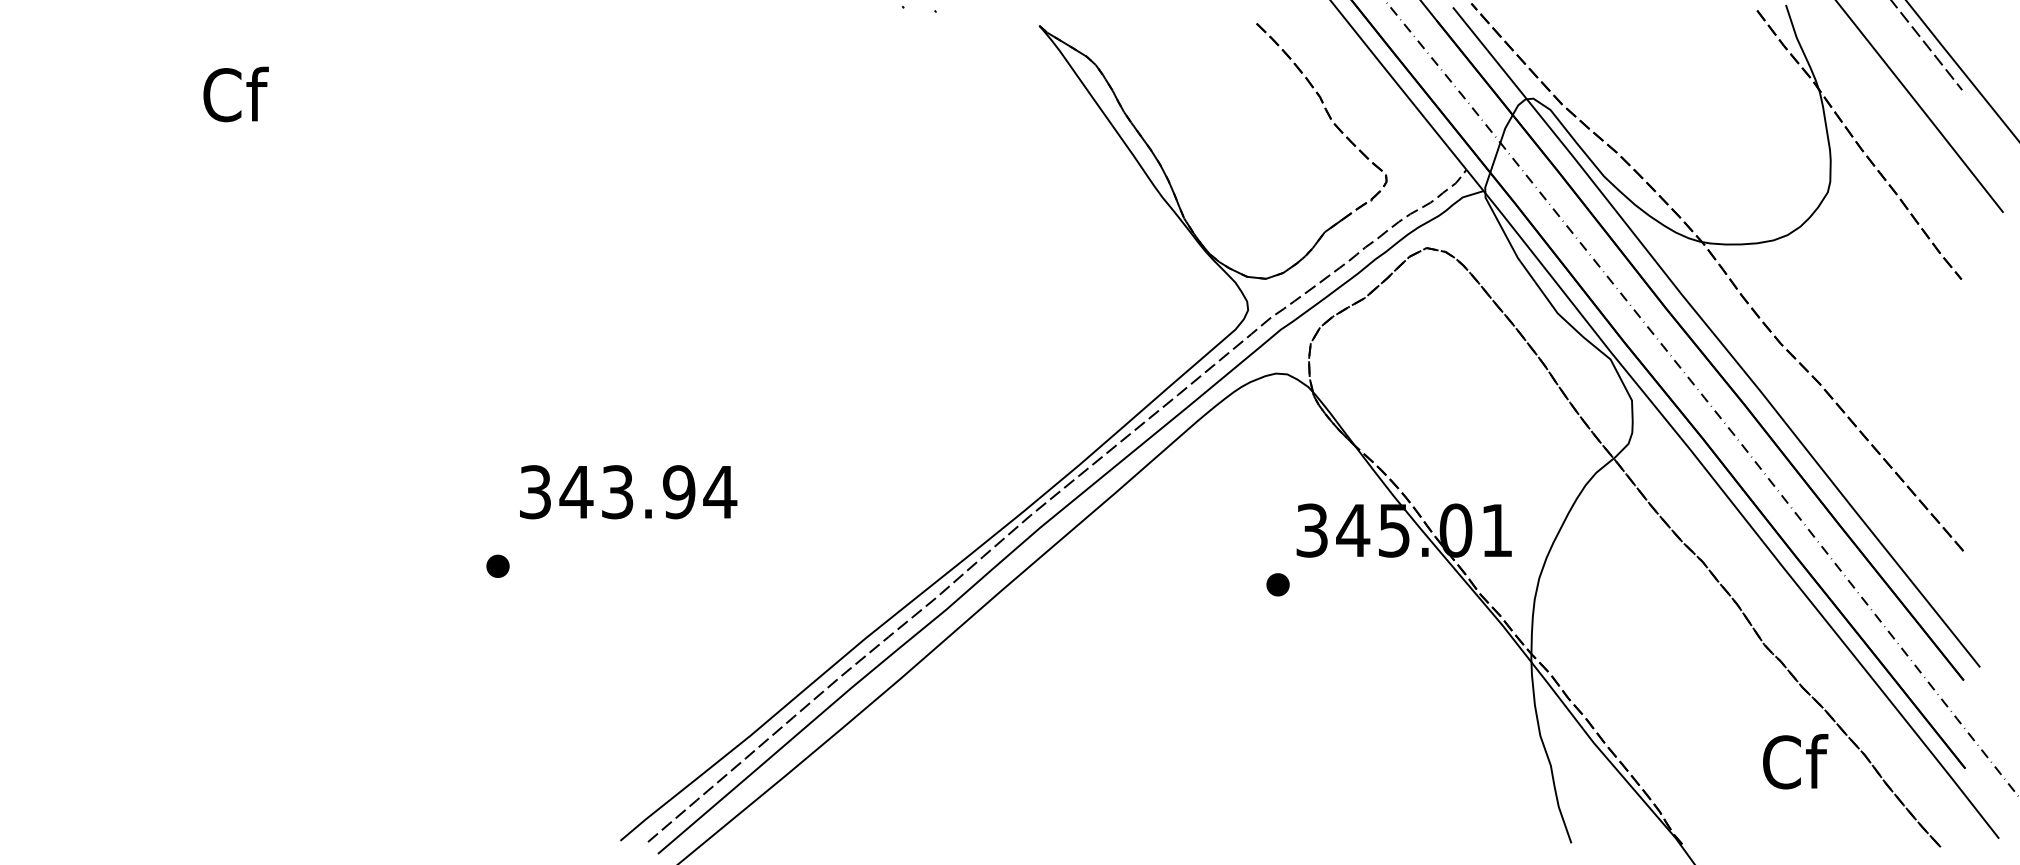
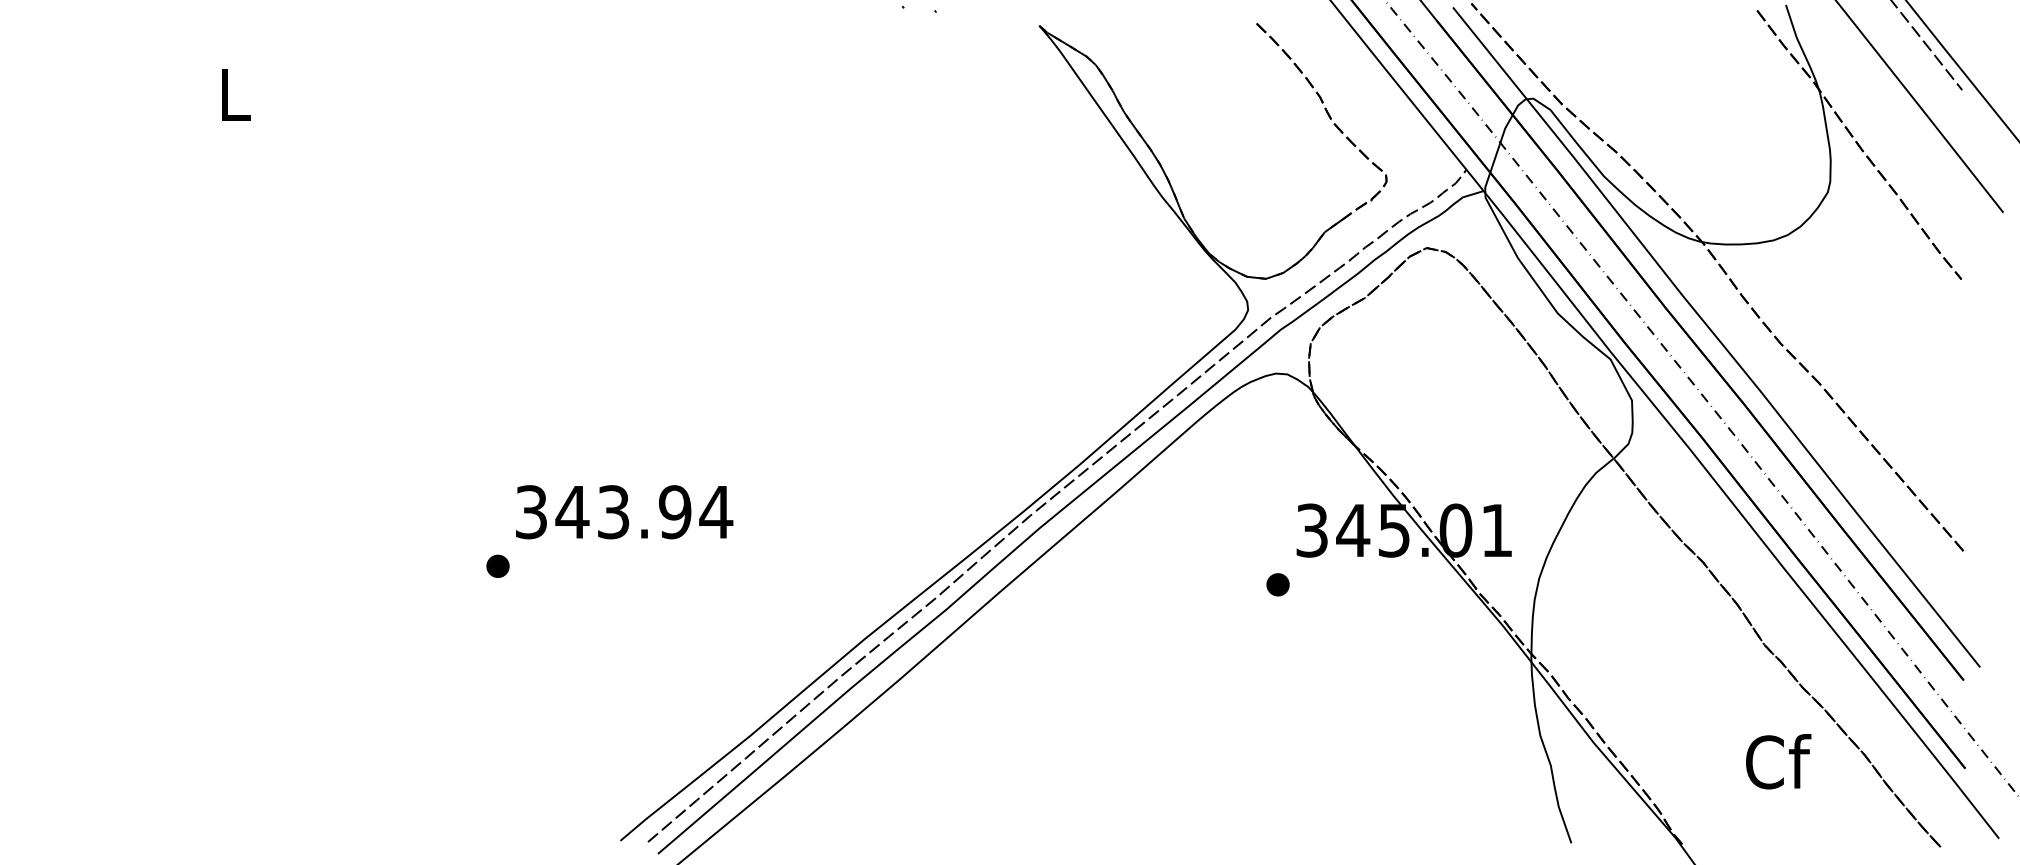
text at (235, 94): Cf -> L
text at (628, 492) position: (628, 492) -> (624, 512)
text at (1795, 761) position: (1795, 761) -> (1778, 761)
